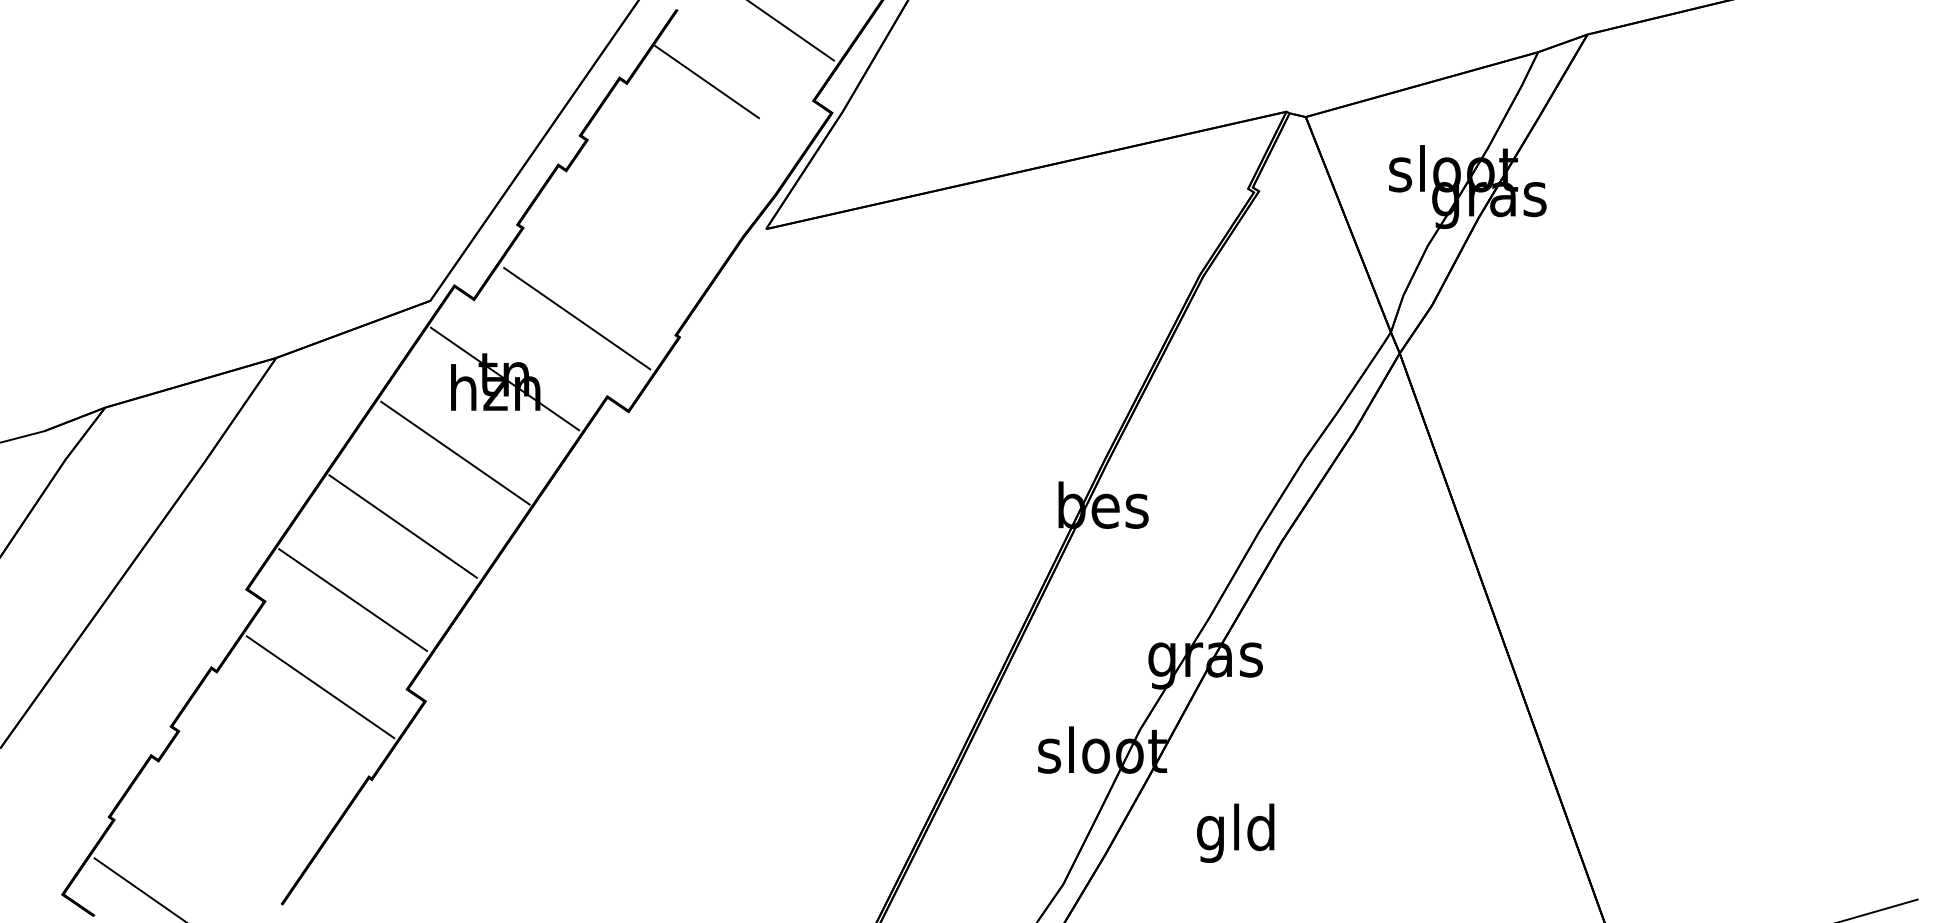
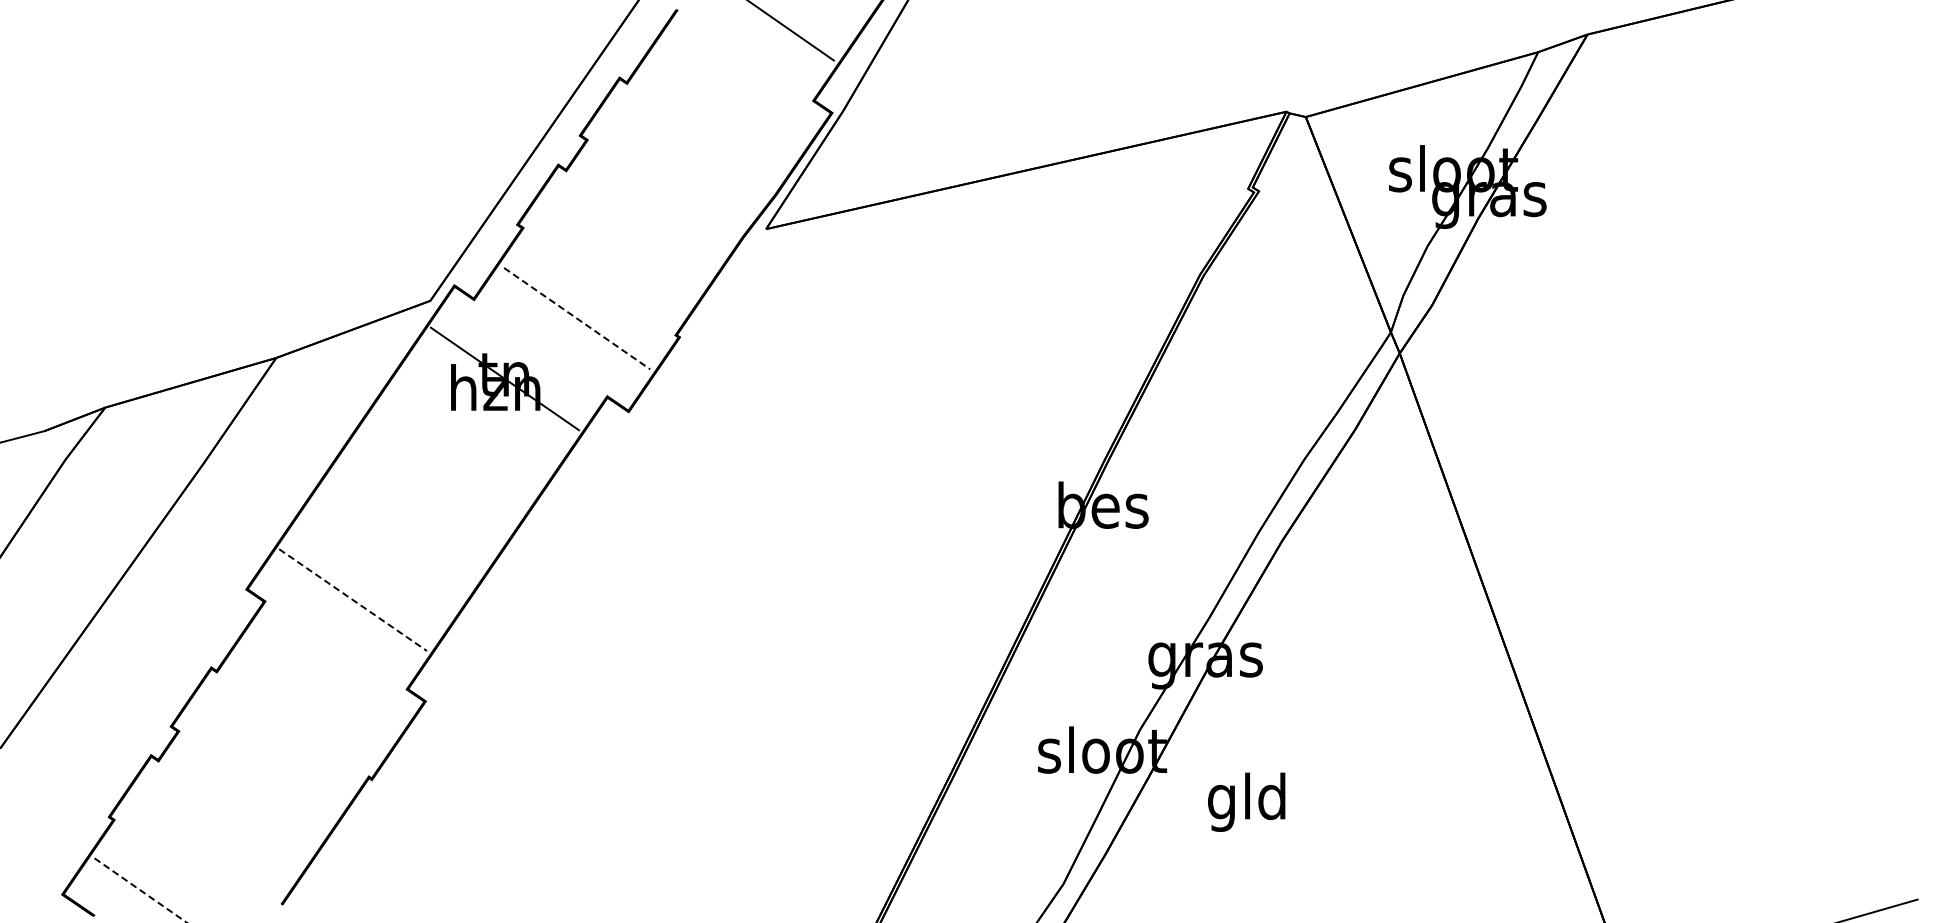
line at (706, 81): present -> none
line at (577, 318): solid -> dashed
line at (455, 452): present -> none
line at (402, 526): present -> none
line at (353, 600): solid -> dashed
line at (320, 687): present -> none
text at (1235, 832) position: (1235, 832) -> (1246, 801)
line at (141, 890): solid -> dashed
